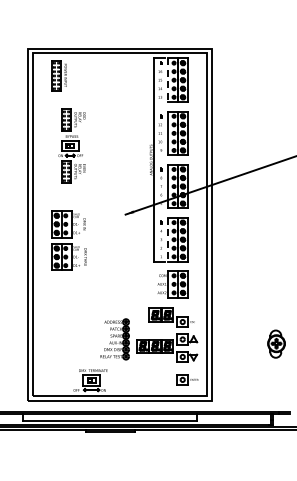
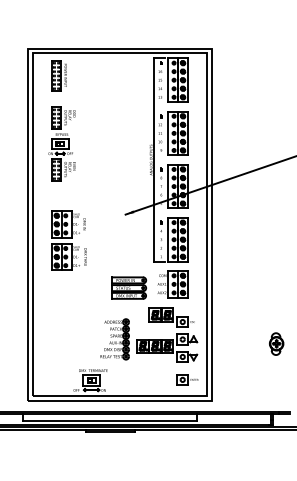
line at (167, 80): dashed -> solid
part at (71, 145) position: (71, 145) -> (61, 143)
line at (167, 239): dashed -> solid
part at (129, 287): none -> present
part at (276, 343) size: 19x30 px -> 16x24 px
